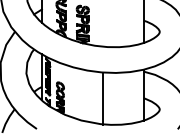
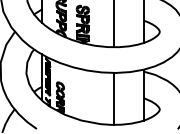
line at (114, 24): none -> present
line at (103, 98) position: (103, 98) -> (114, 98)
